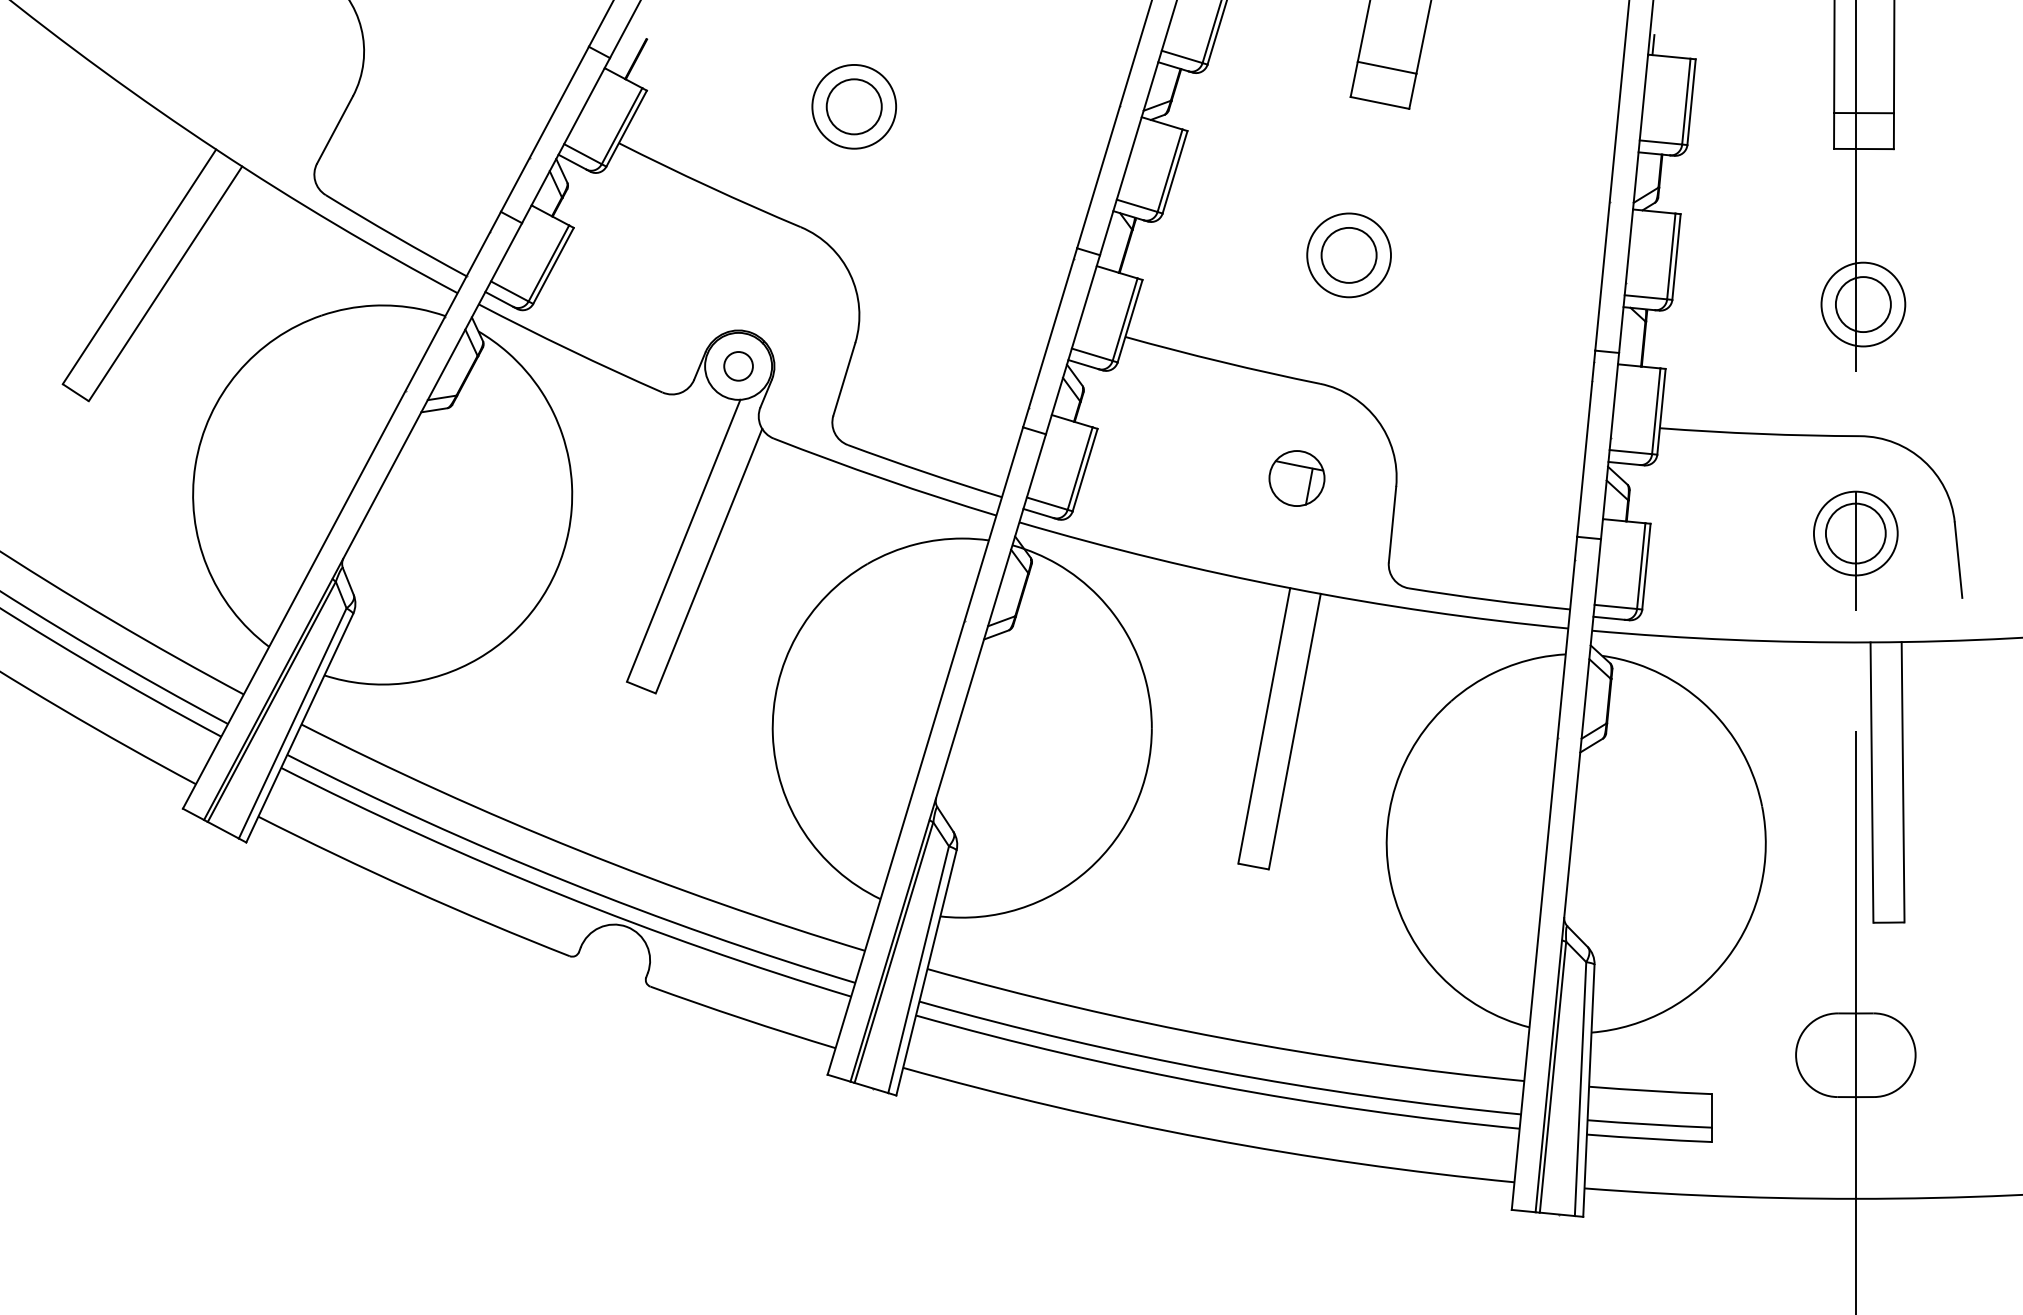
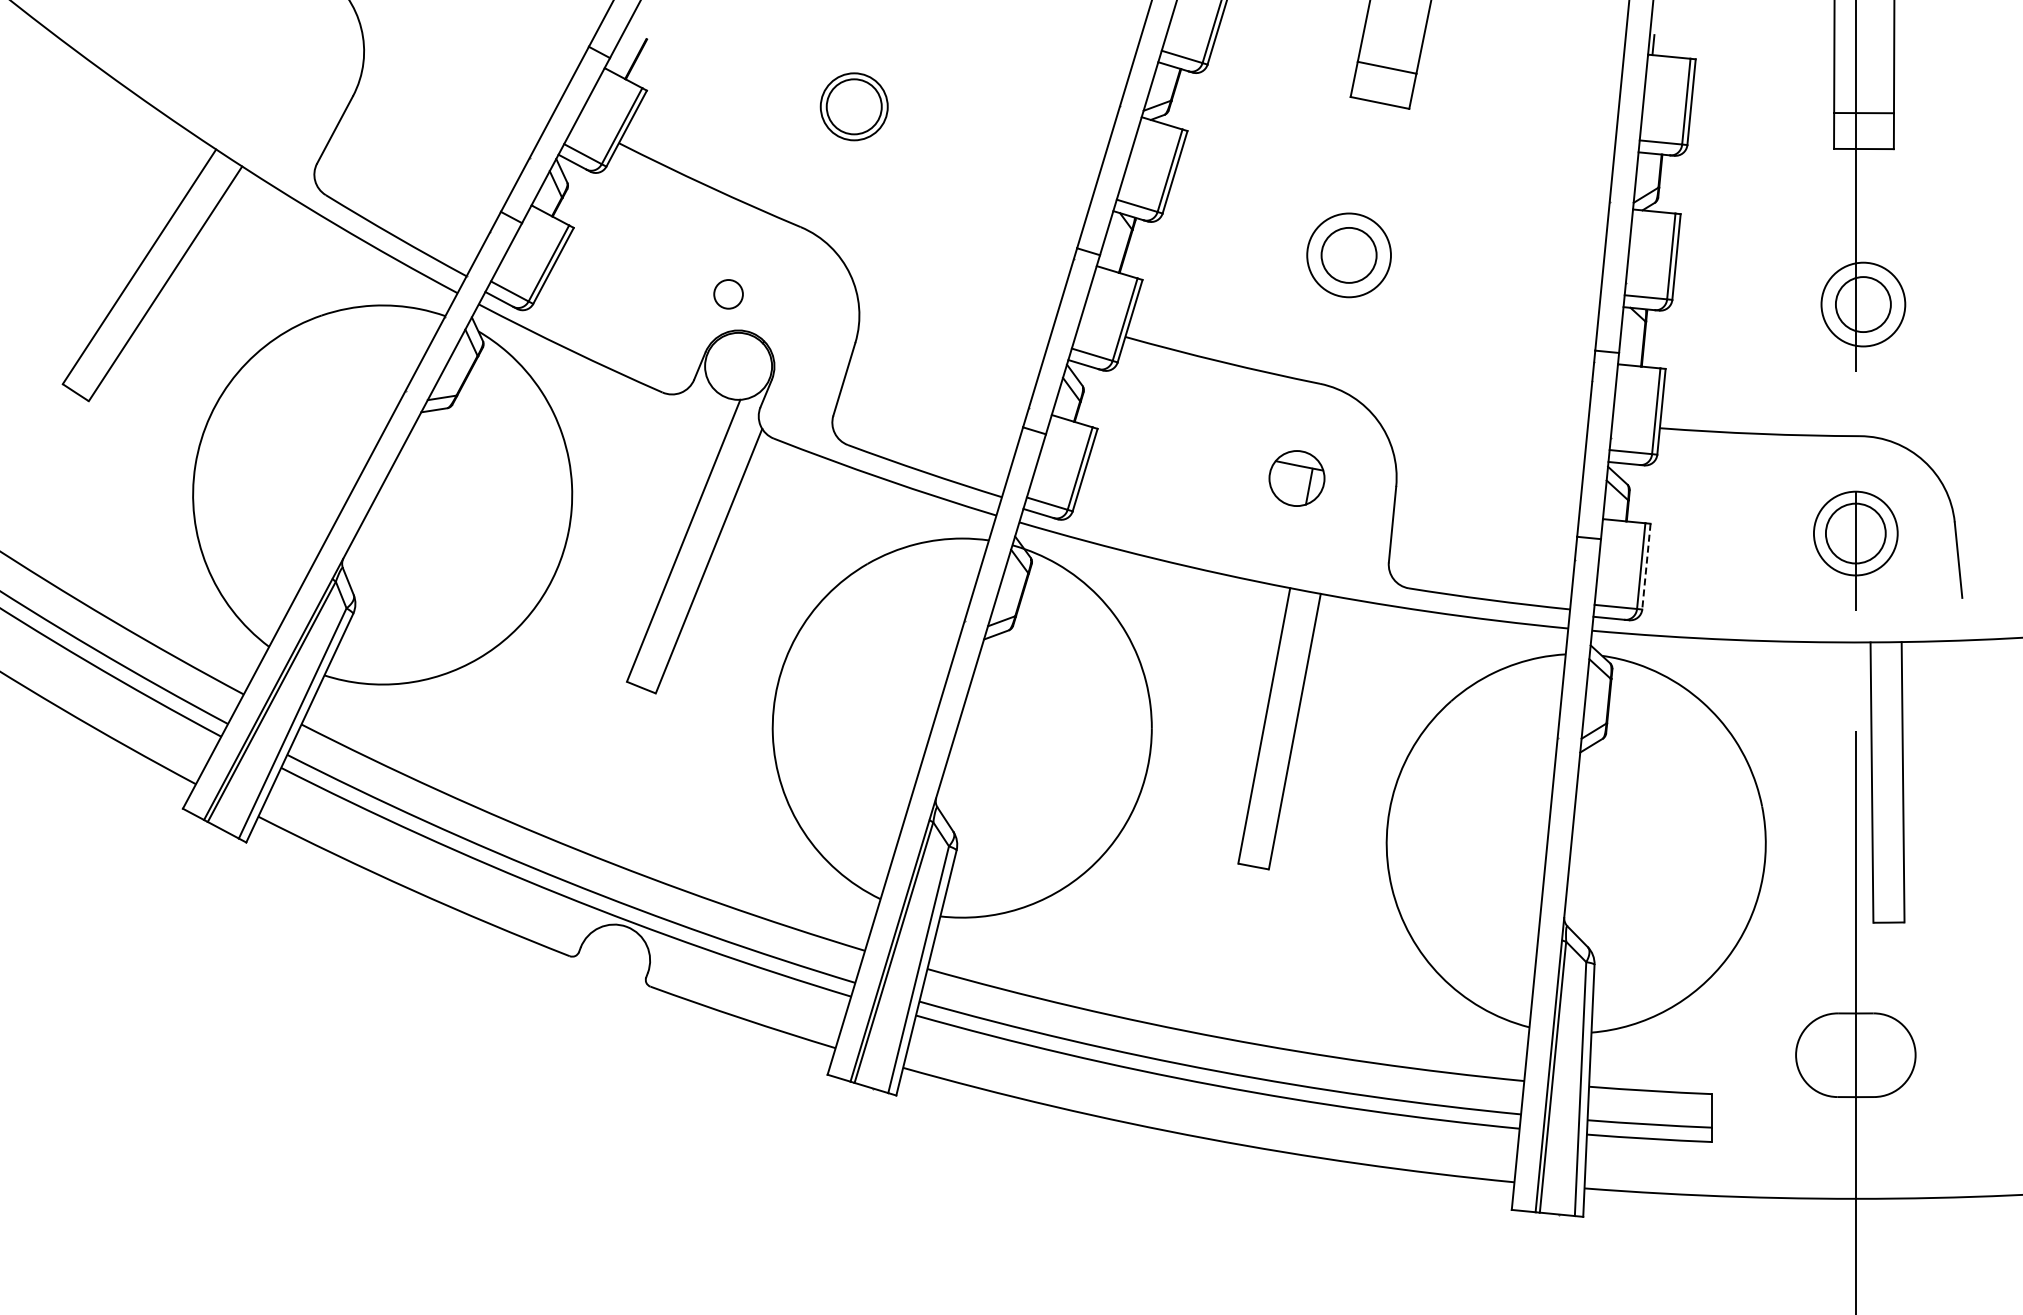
circle at (854, 106) diameter: 84 px -> 67 px
circle at (738, 366) position: (738, 366) -> (728, 294)
line at (1646, 567): solid -> dashed
